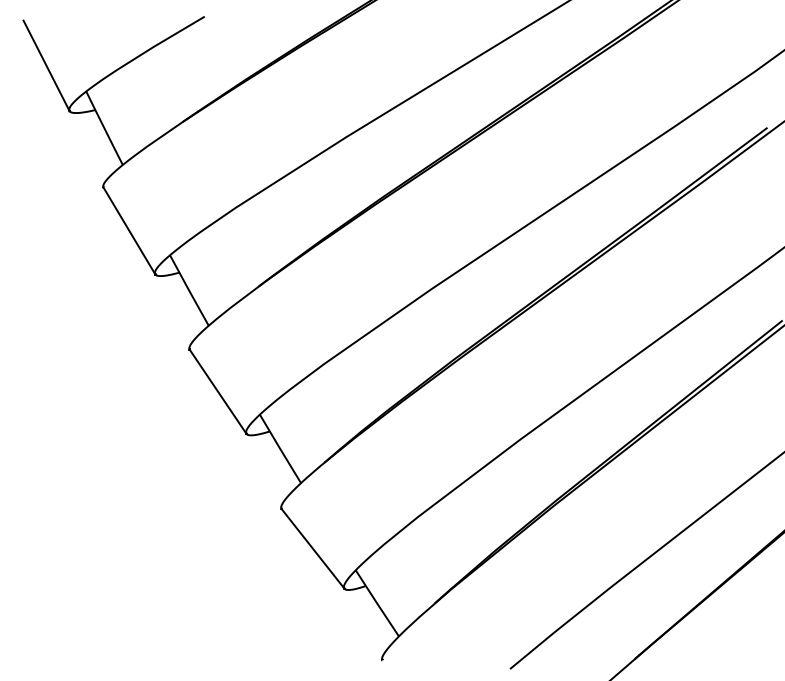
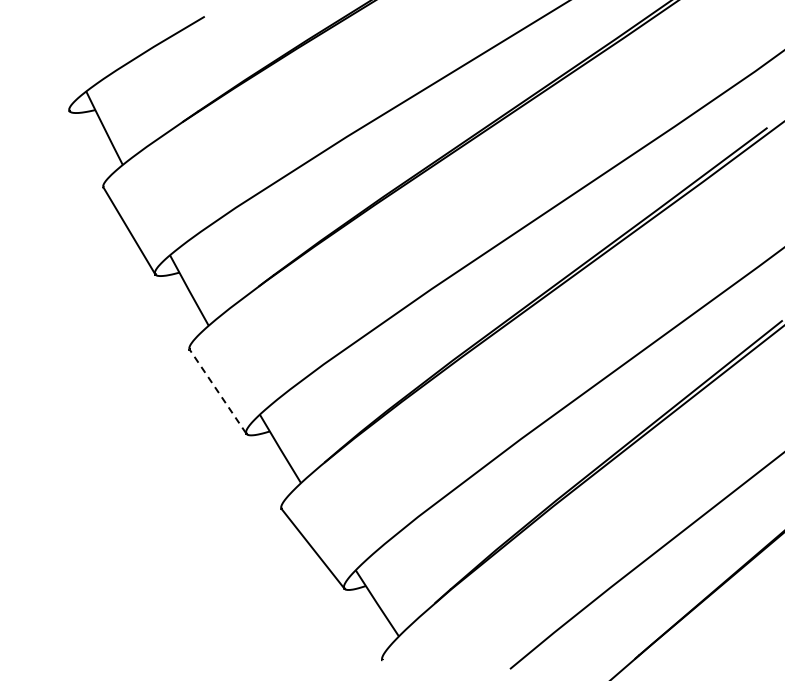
line at (46, 65): present -> none
line at (217, 391): solid -> dashed
